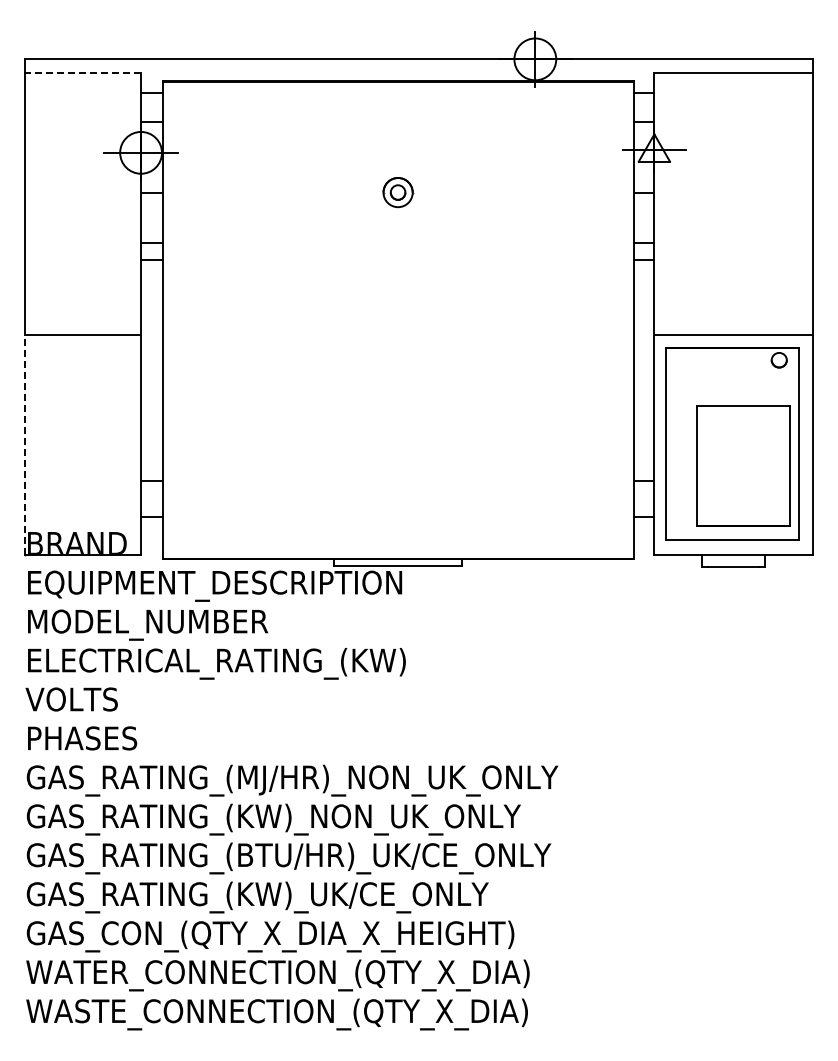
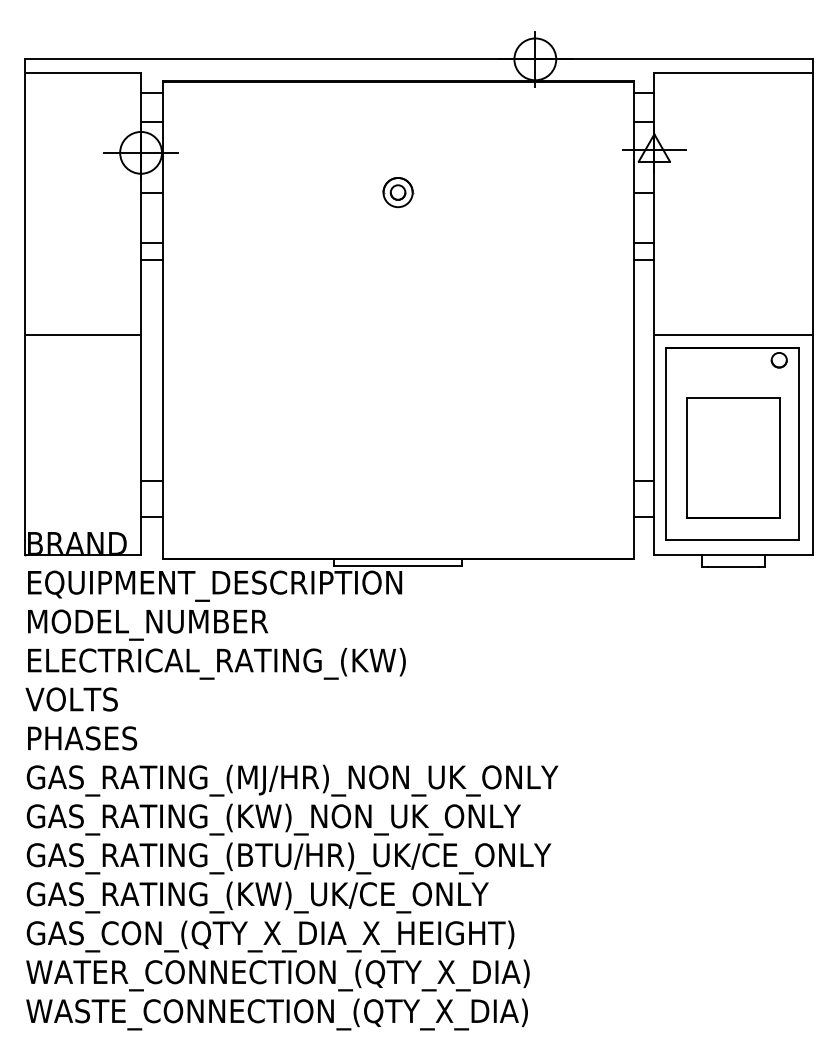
line at (83, 72): dashed -> solid
line at (25, 444): dashed -> solid
part at (743, 465) position: (743, 465) -> (733, 457)
